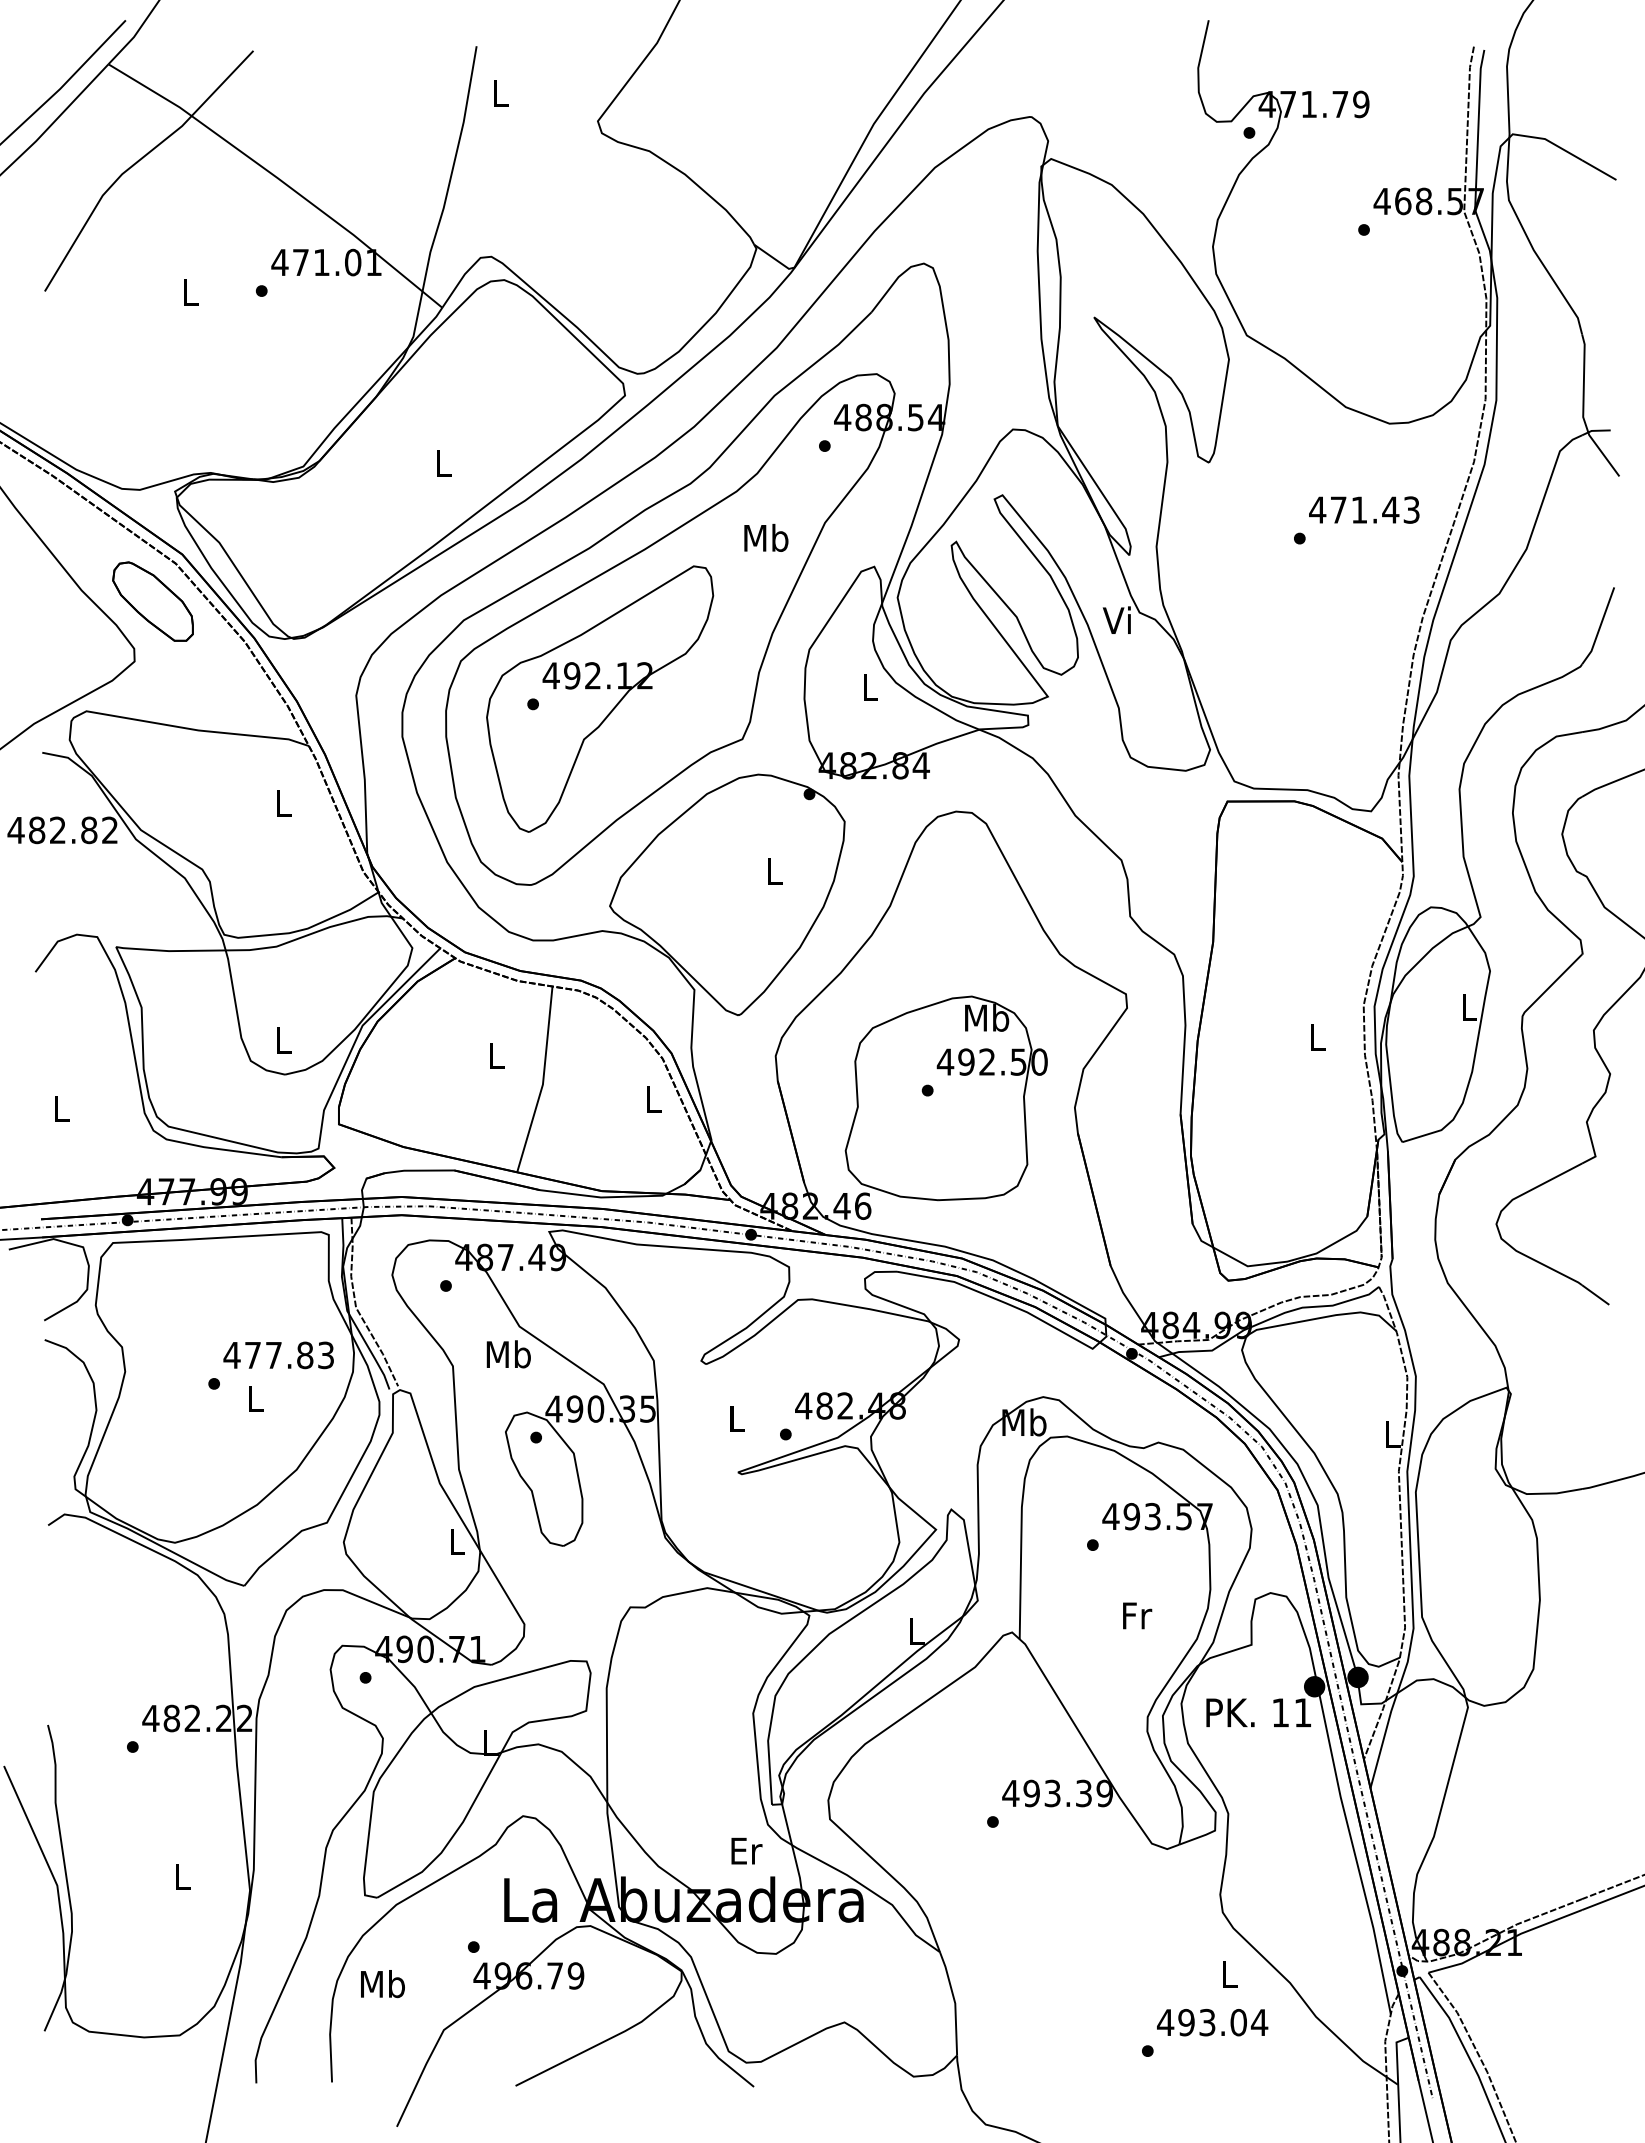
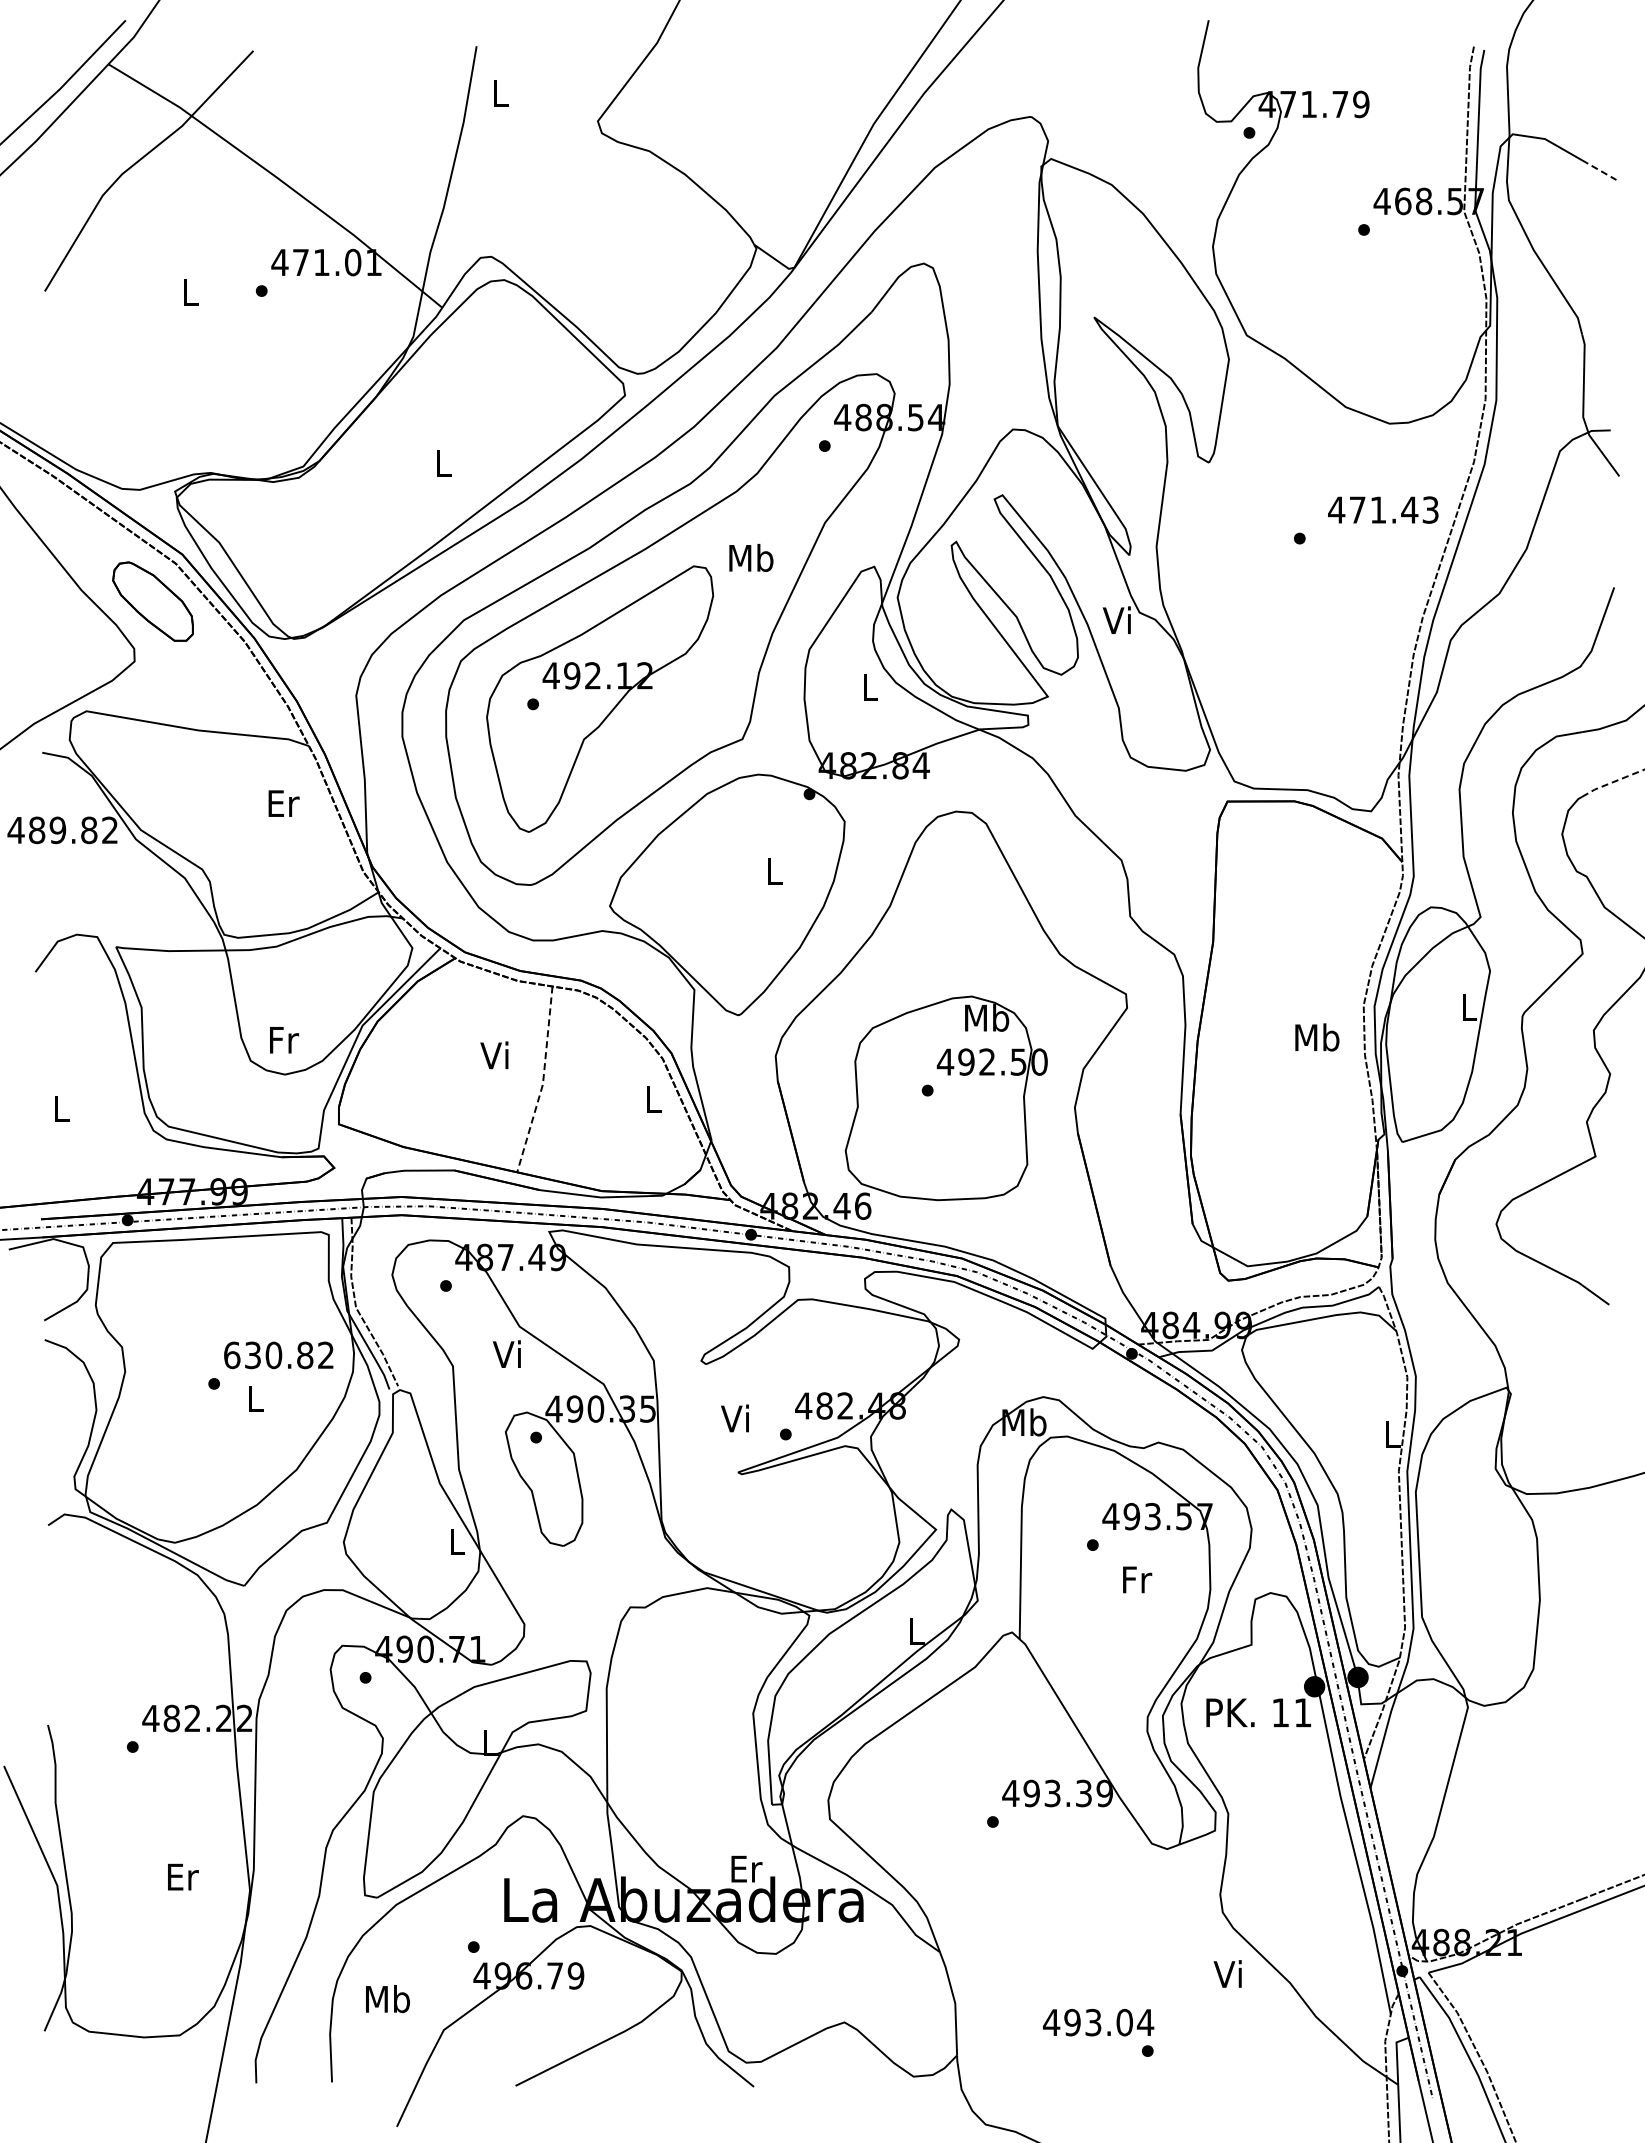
line at (1599, 170): solid -> dashed
text at (1364, 509) position: (1364, 509) -> (1383, 509)
text at (766, 537) position: (766, 537) -> (751, 557)
line at (1612, 782): solid -> dashed
text at (283, 803): L -> Er
text at (57, 830): 482.82 -> 489.82
text at (1317, 1037): L -> Mb
text at (284, 1040): L -> Fr
text at (494, 1055): L -> Vi
line at (543, 1081): solid -> dashed
text at (508, 1354): Mb -> Vi
text at (278, 1355): 477.83 -> 630.82
text at (734, 1418): L -> Vi
text at (1137, 1615) position: (1137, 1615) -> (1137, 1579)
text at (746, 1850) position: (746, 1850) -> (746, 1868)
text at (183, 1876): L -> Er
text at (1227, 1973): L -> Vi
text at (382, 1984) position: (382, 1984) -> (387, 1999)
text at (1212, 2022) position: (1212, 2022) -> (1098, 2022)
